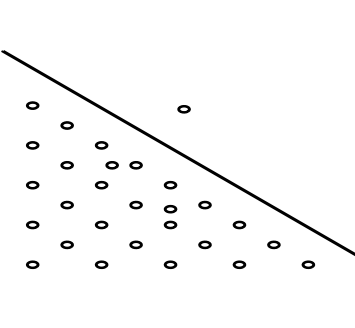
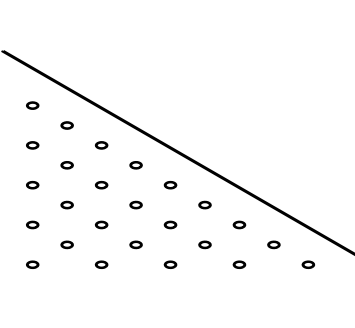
part at (183, 109): present -> none
part at (111, 165): present -> none
part at (170, 209): present -> none
